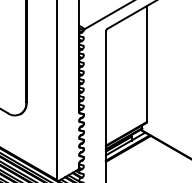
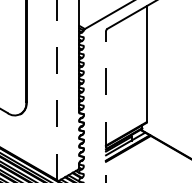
line at (57, 90): solid -> dashed
line at (106, 107): solid -> dashed
